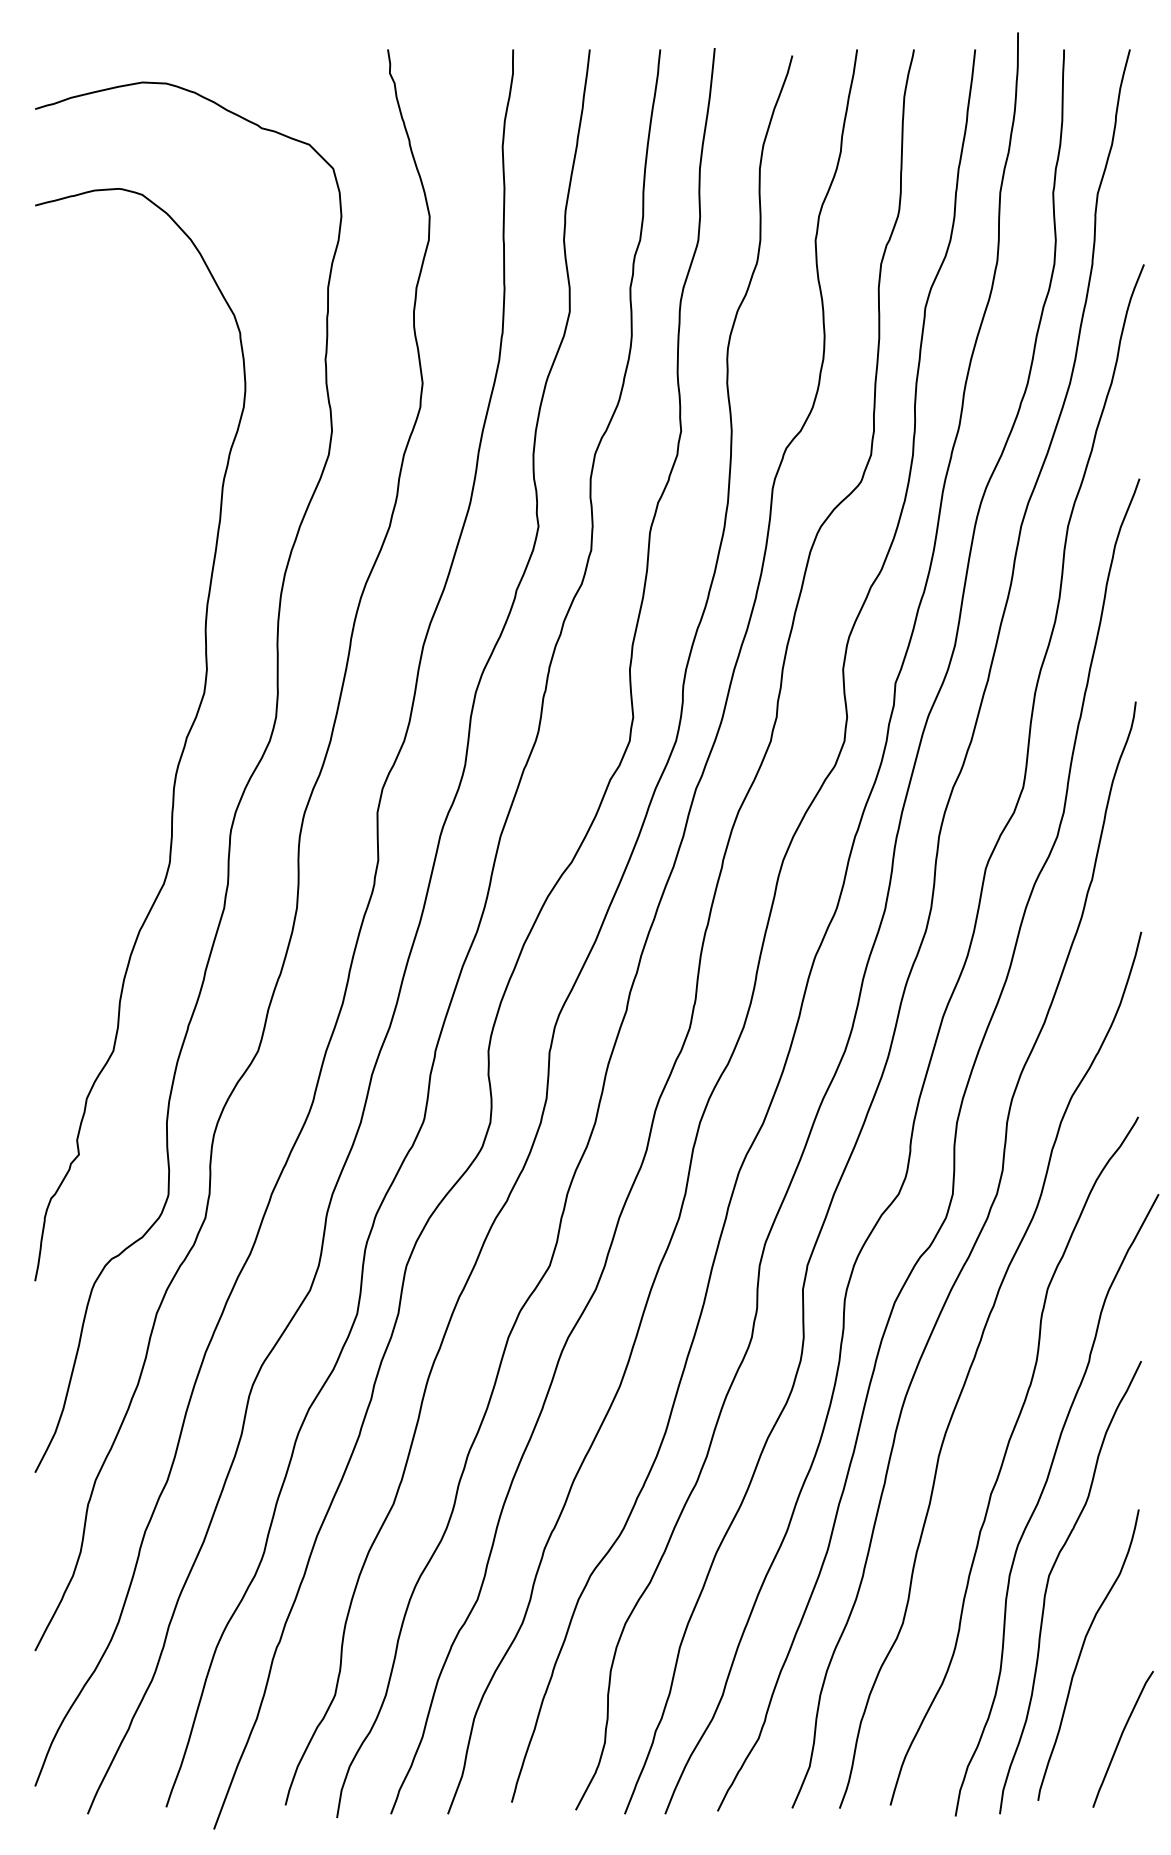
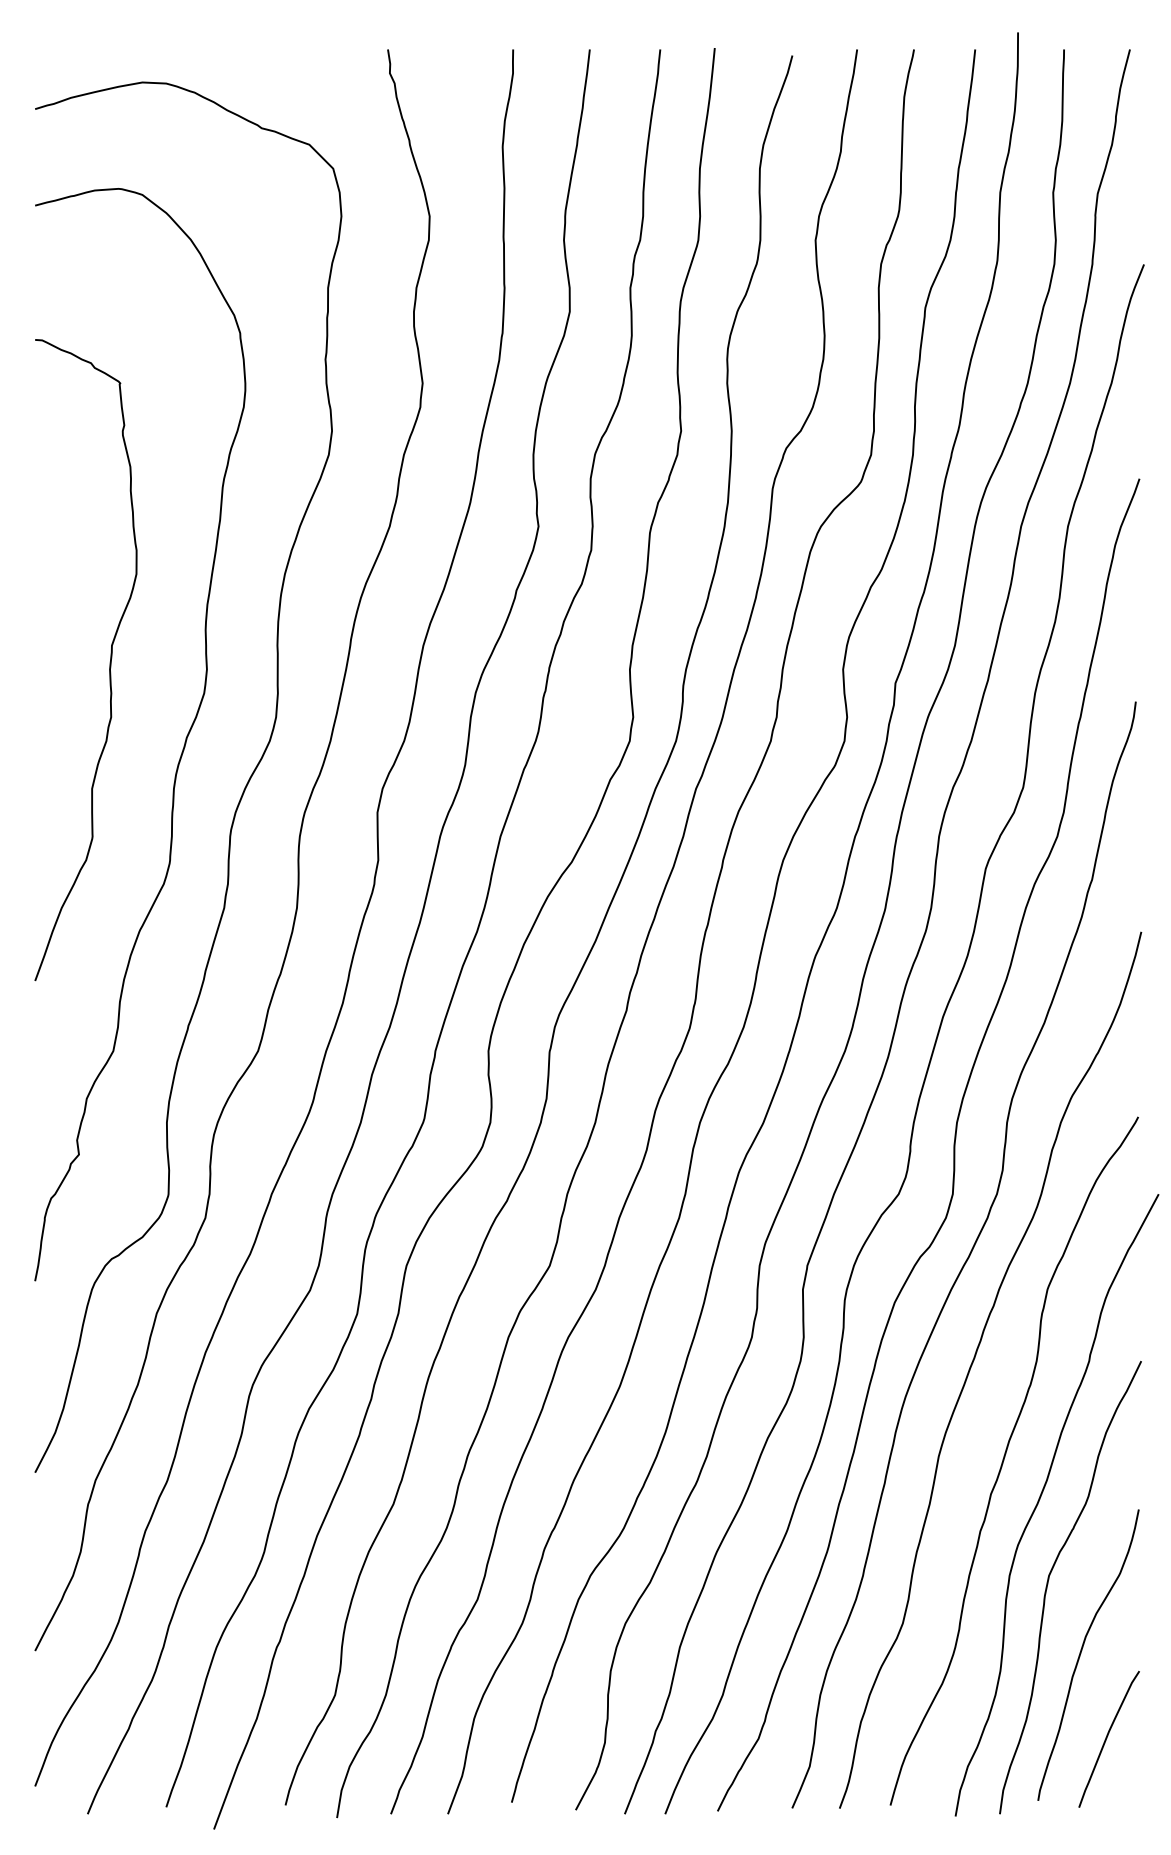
curve at (109, 662): none -> present
curve at (1121, 1738) position: (1121, 1738) -> (1107, 1738)
